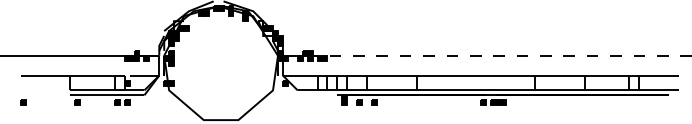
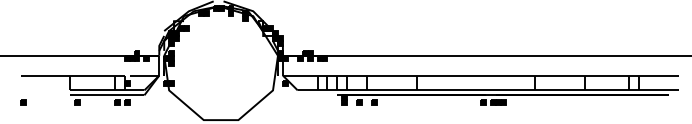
line at (487, 55): dashed -> solid
